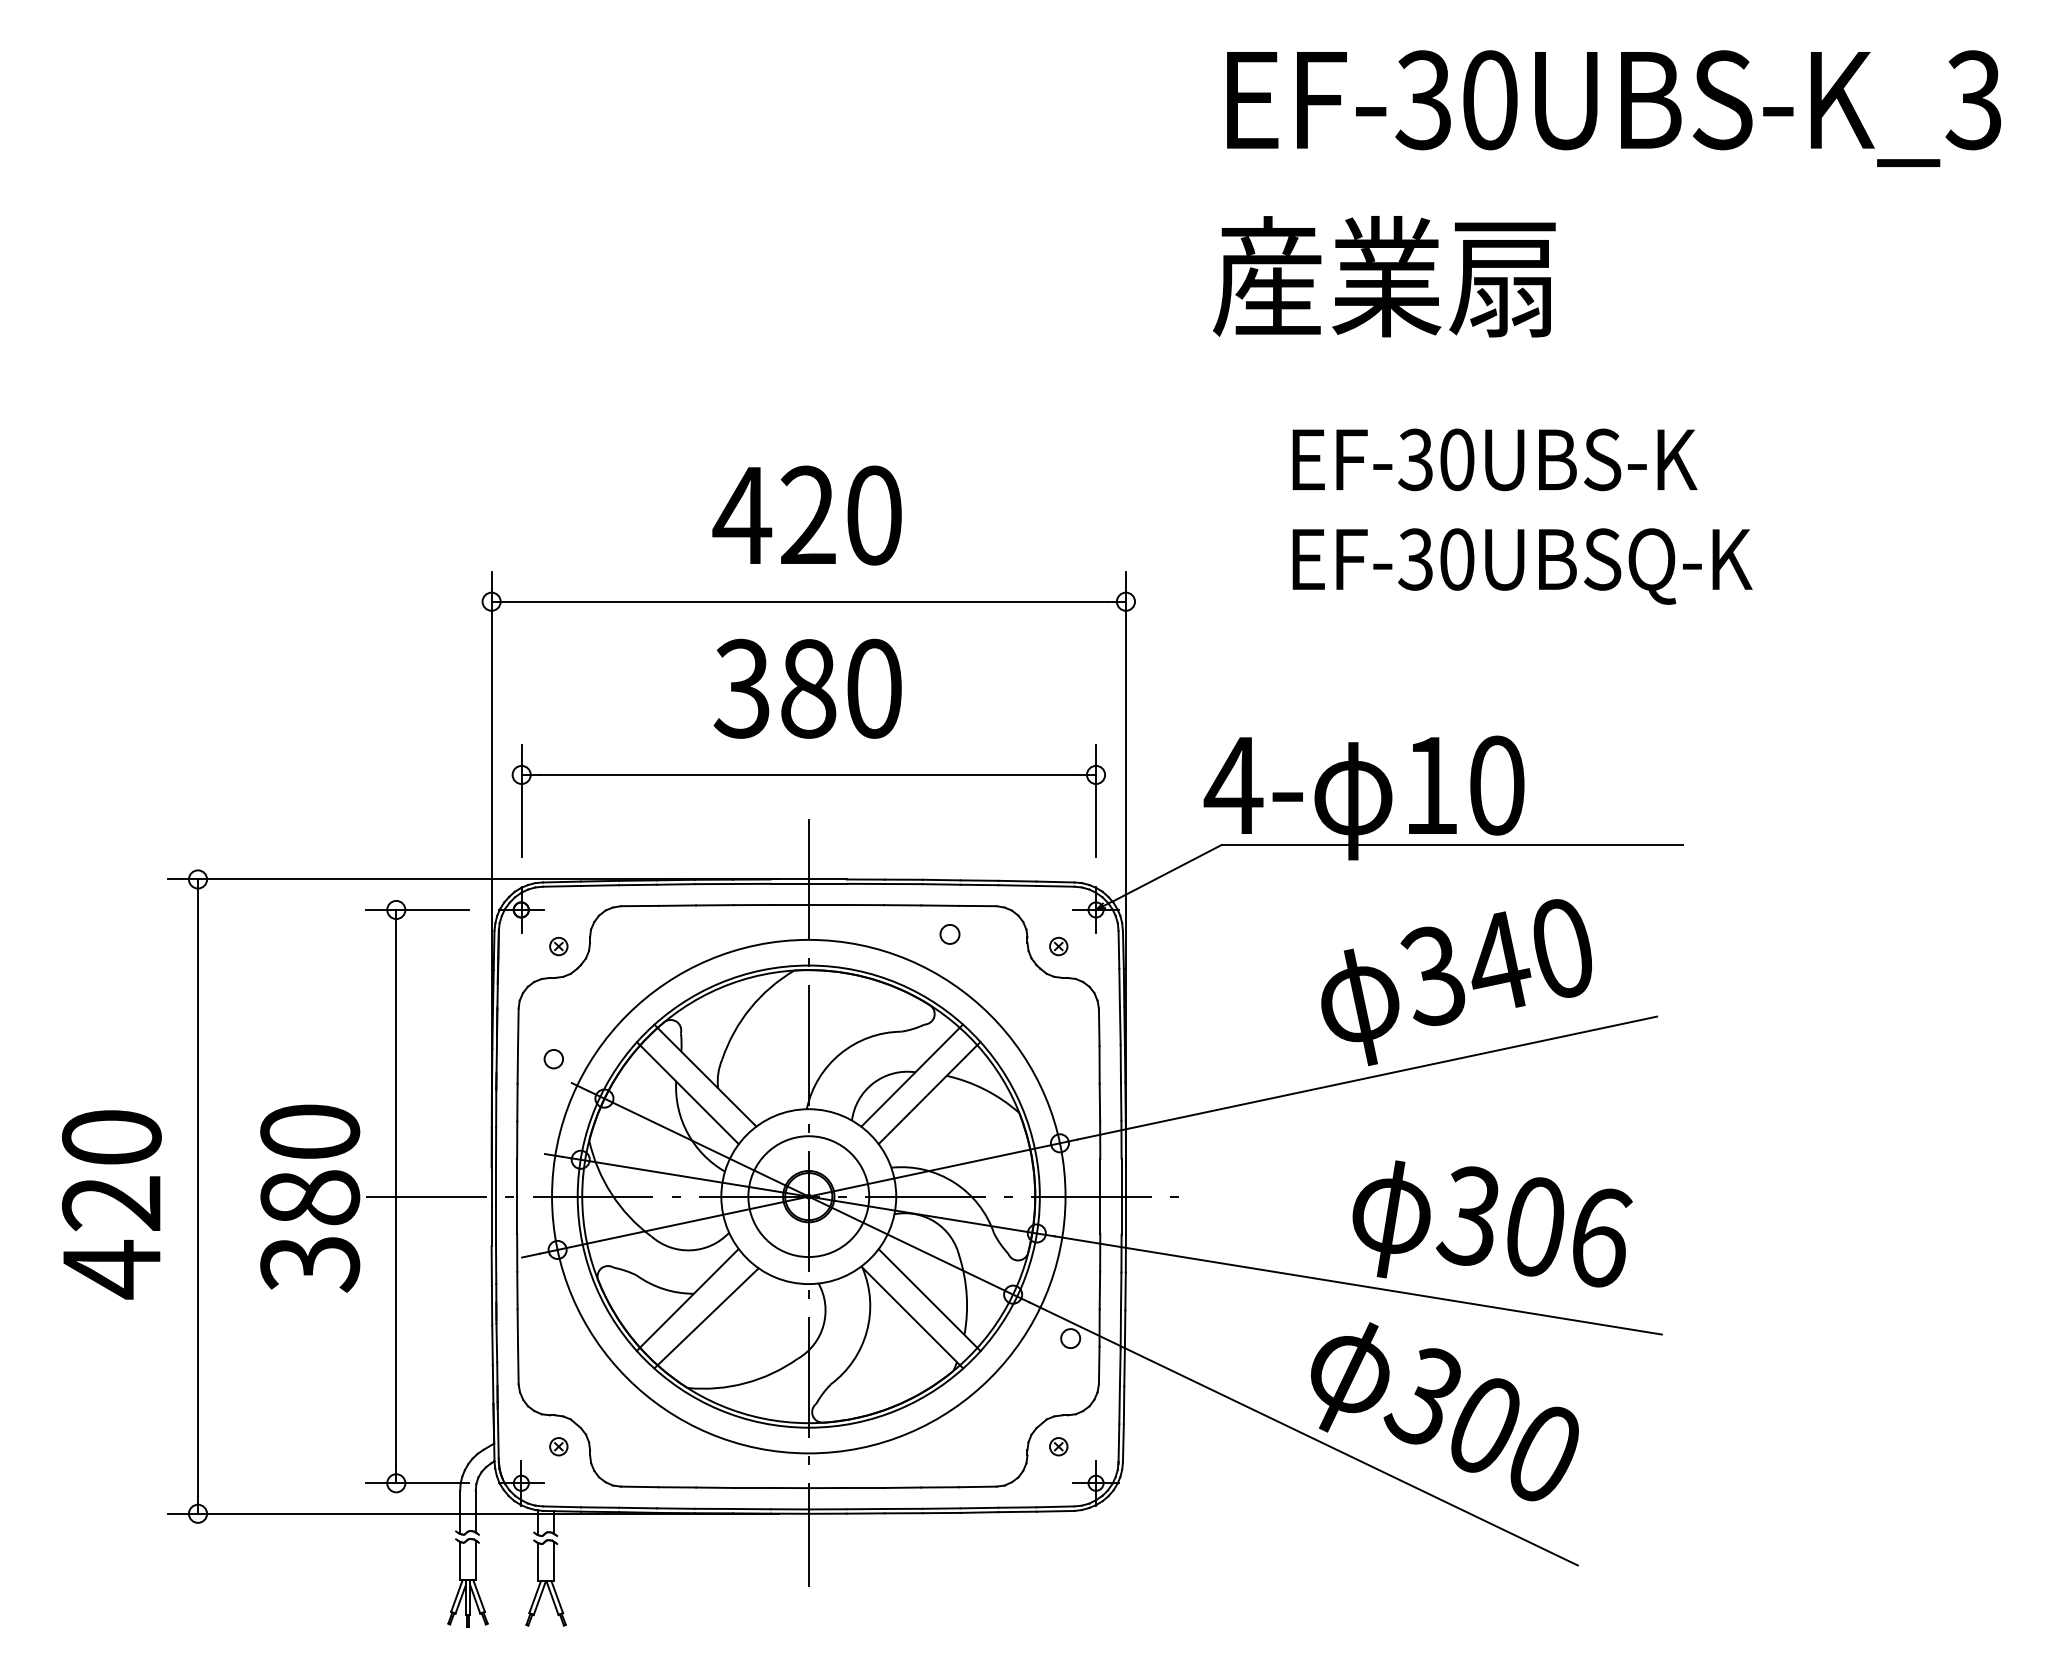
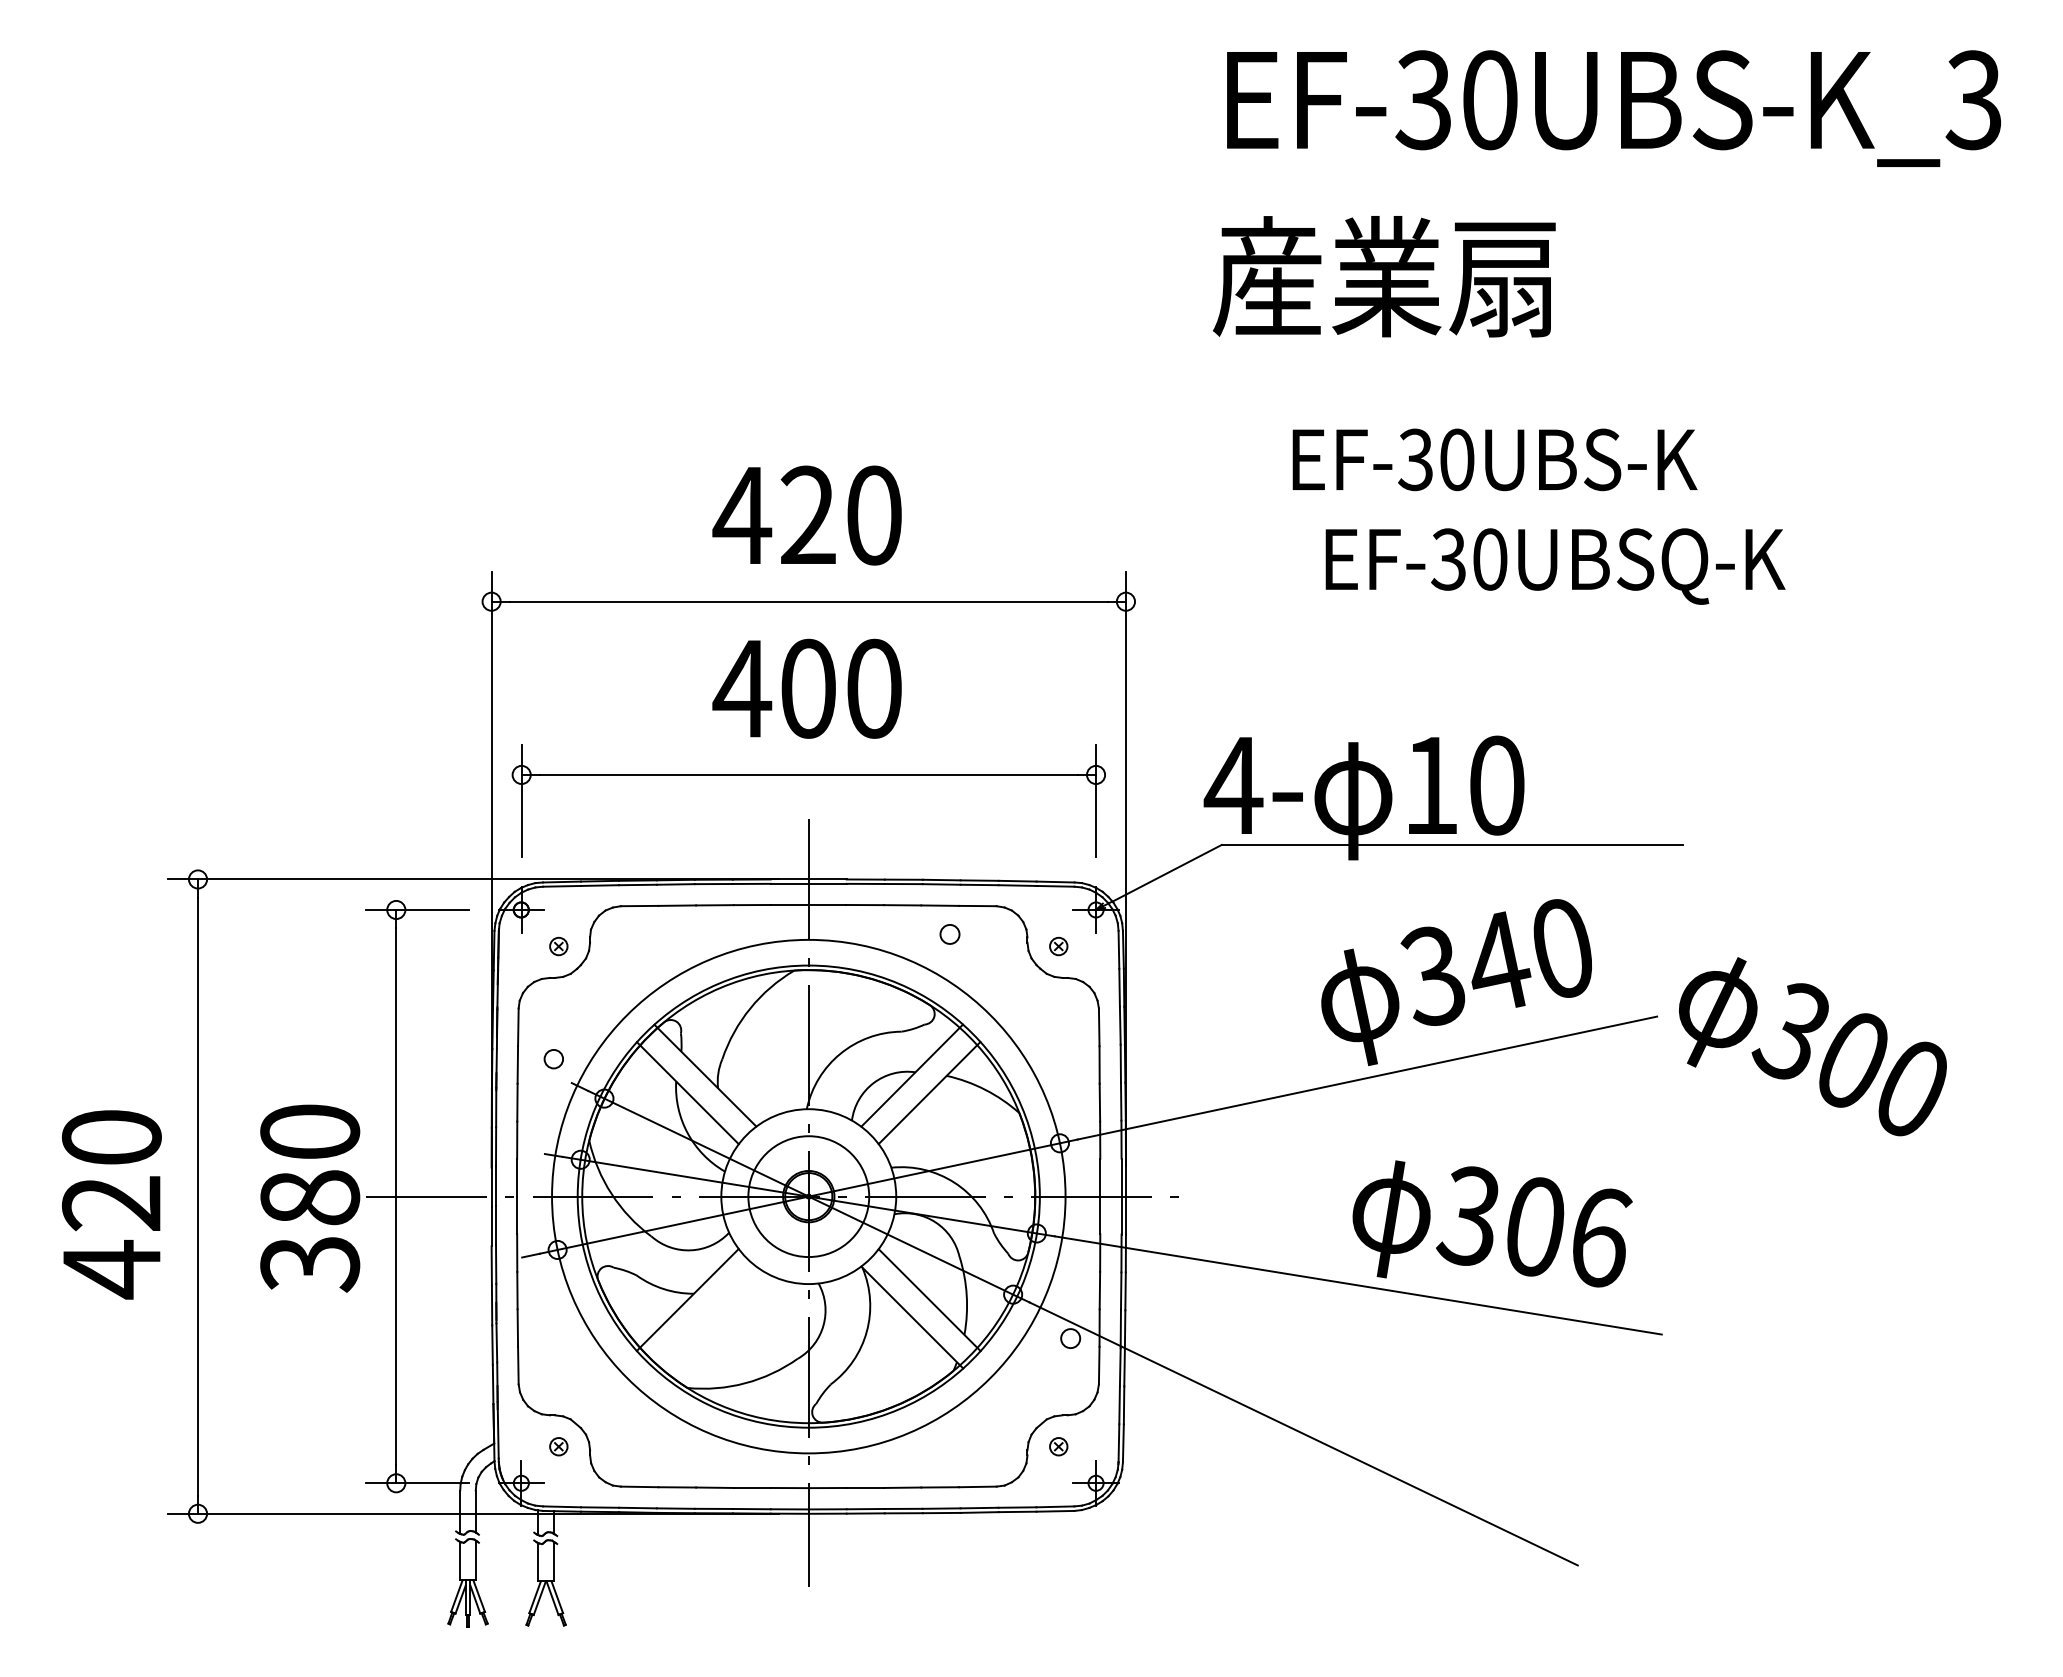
text at (1522, 566) position: (1522, 566) -> (1555, 566)
text at (774, 688): 380 -> 400
line at (706, 1318): present -> none
text at (1444, 1411) position: (1444, 1411) -> (1812, 1046)
